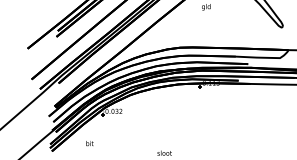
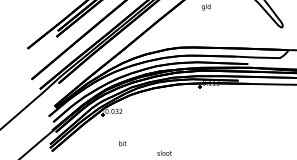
text at (89, 143) position: (89, 143) -> (122, 143)
